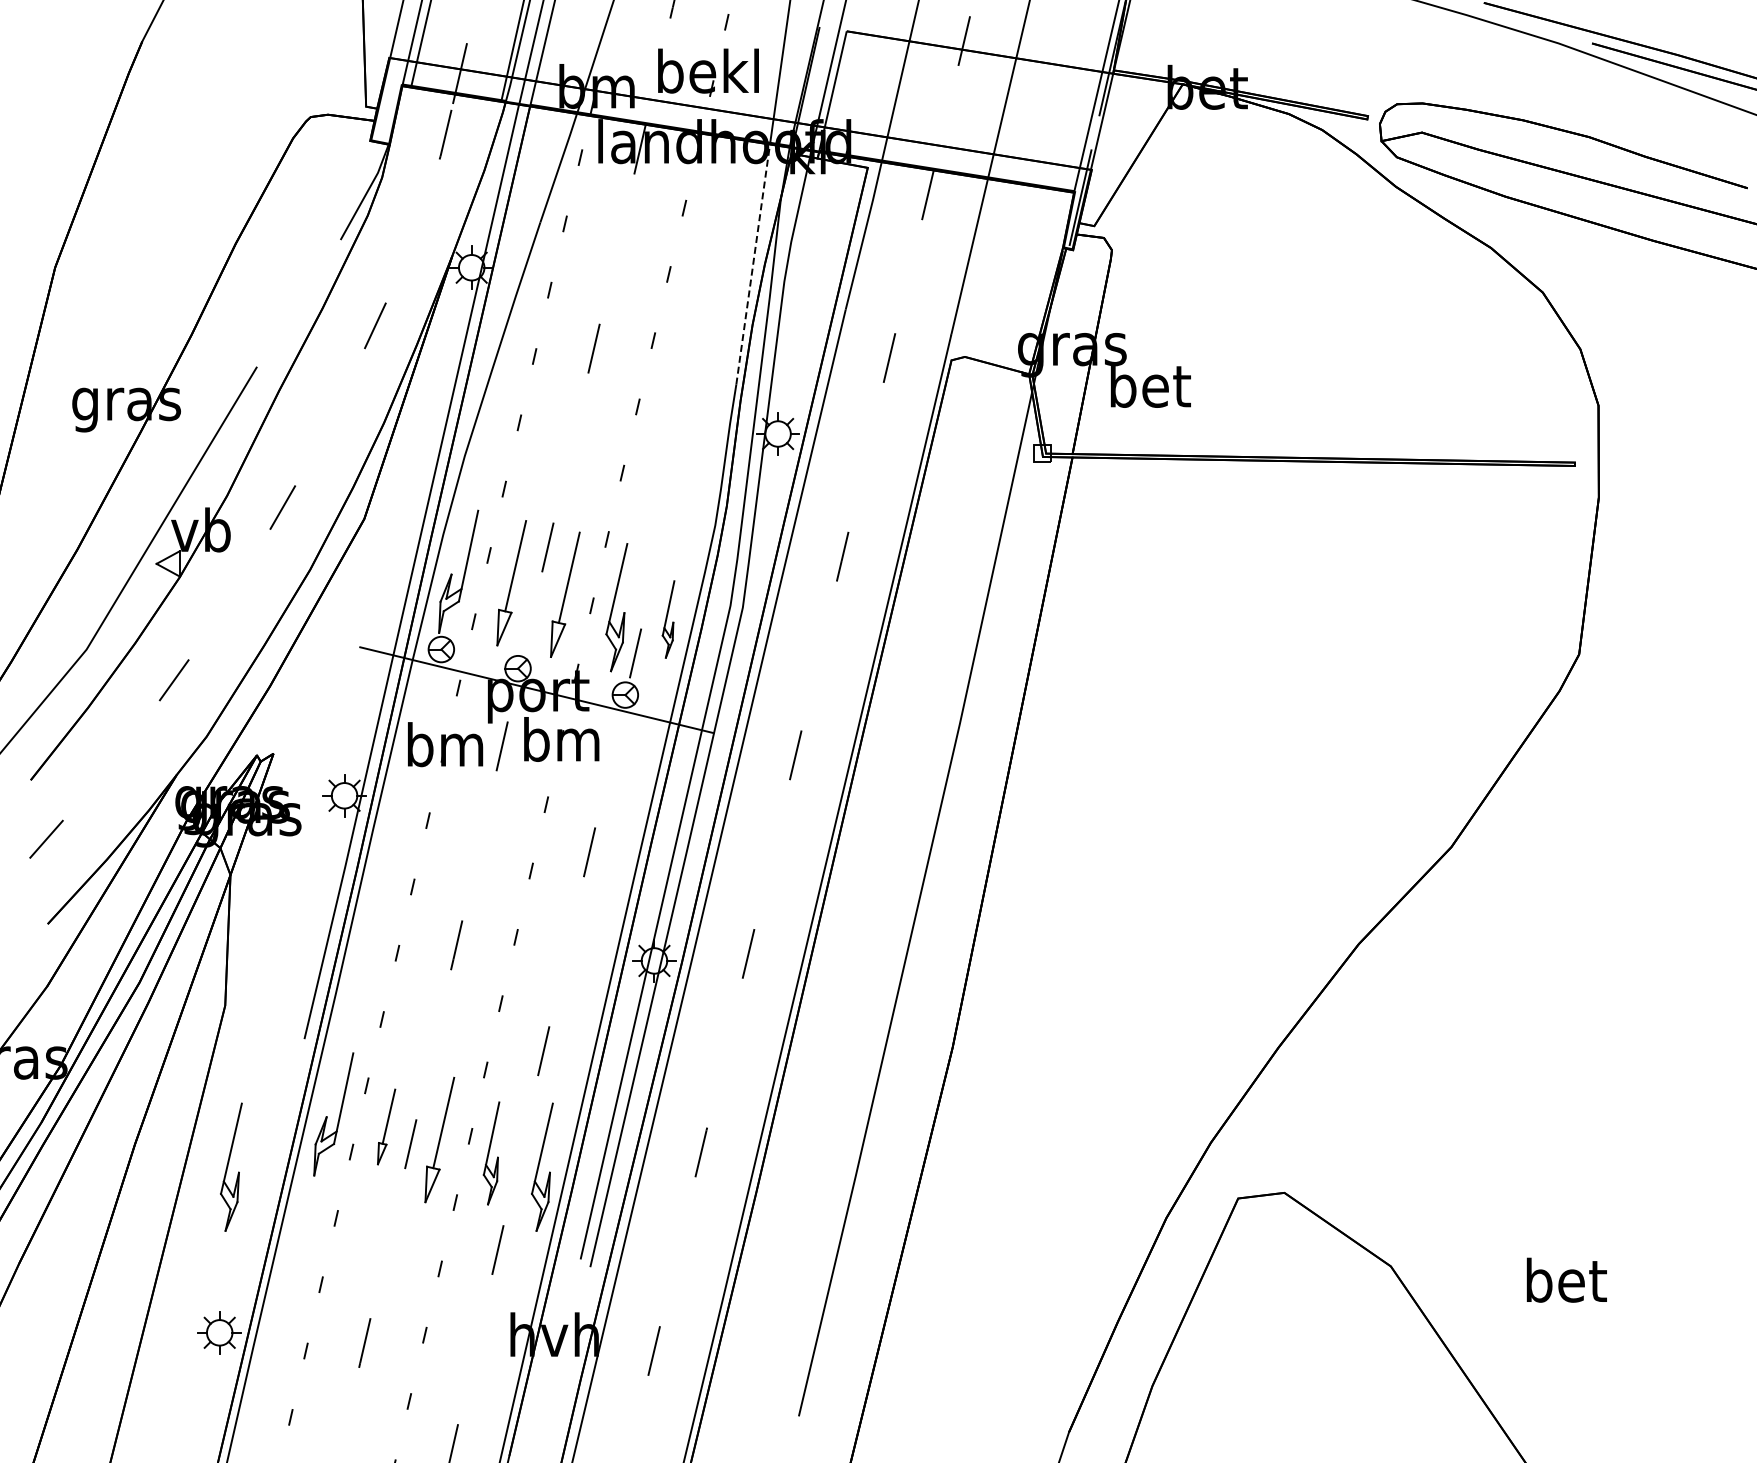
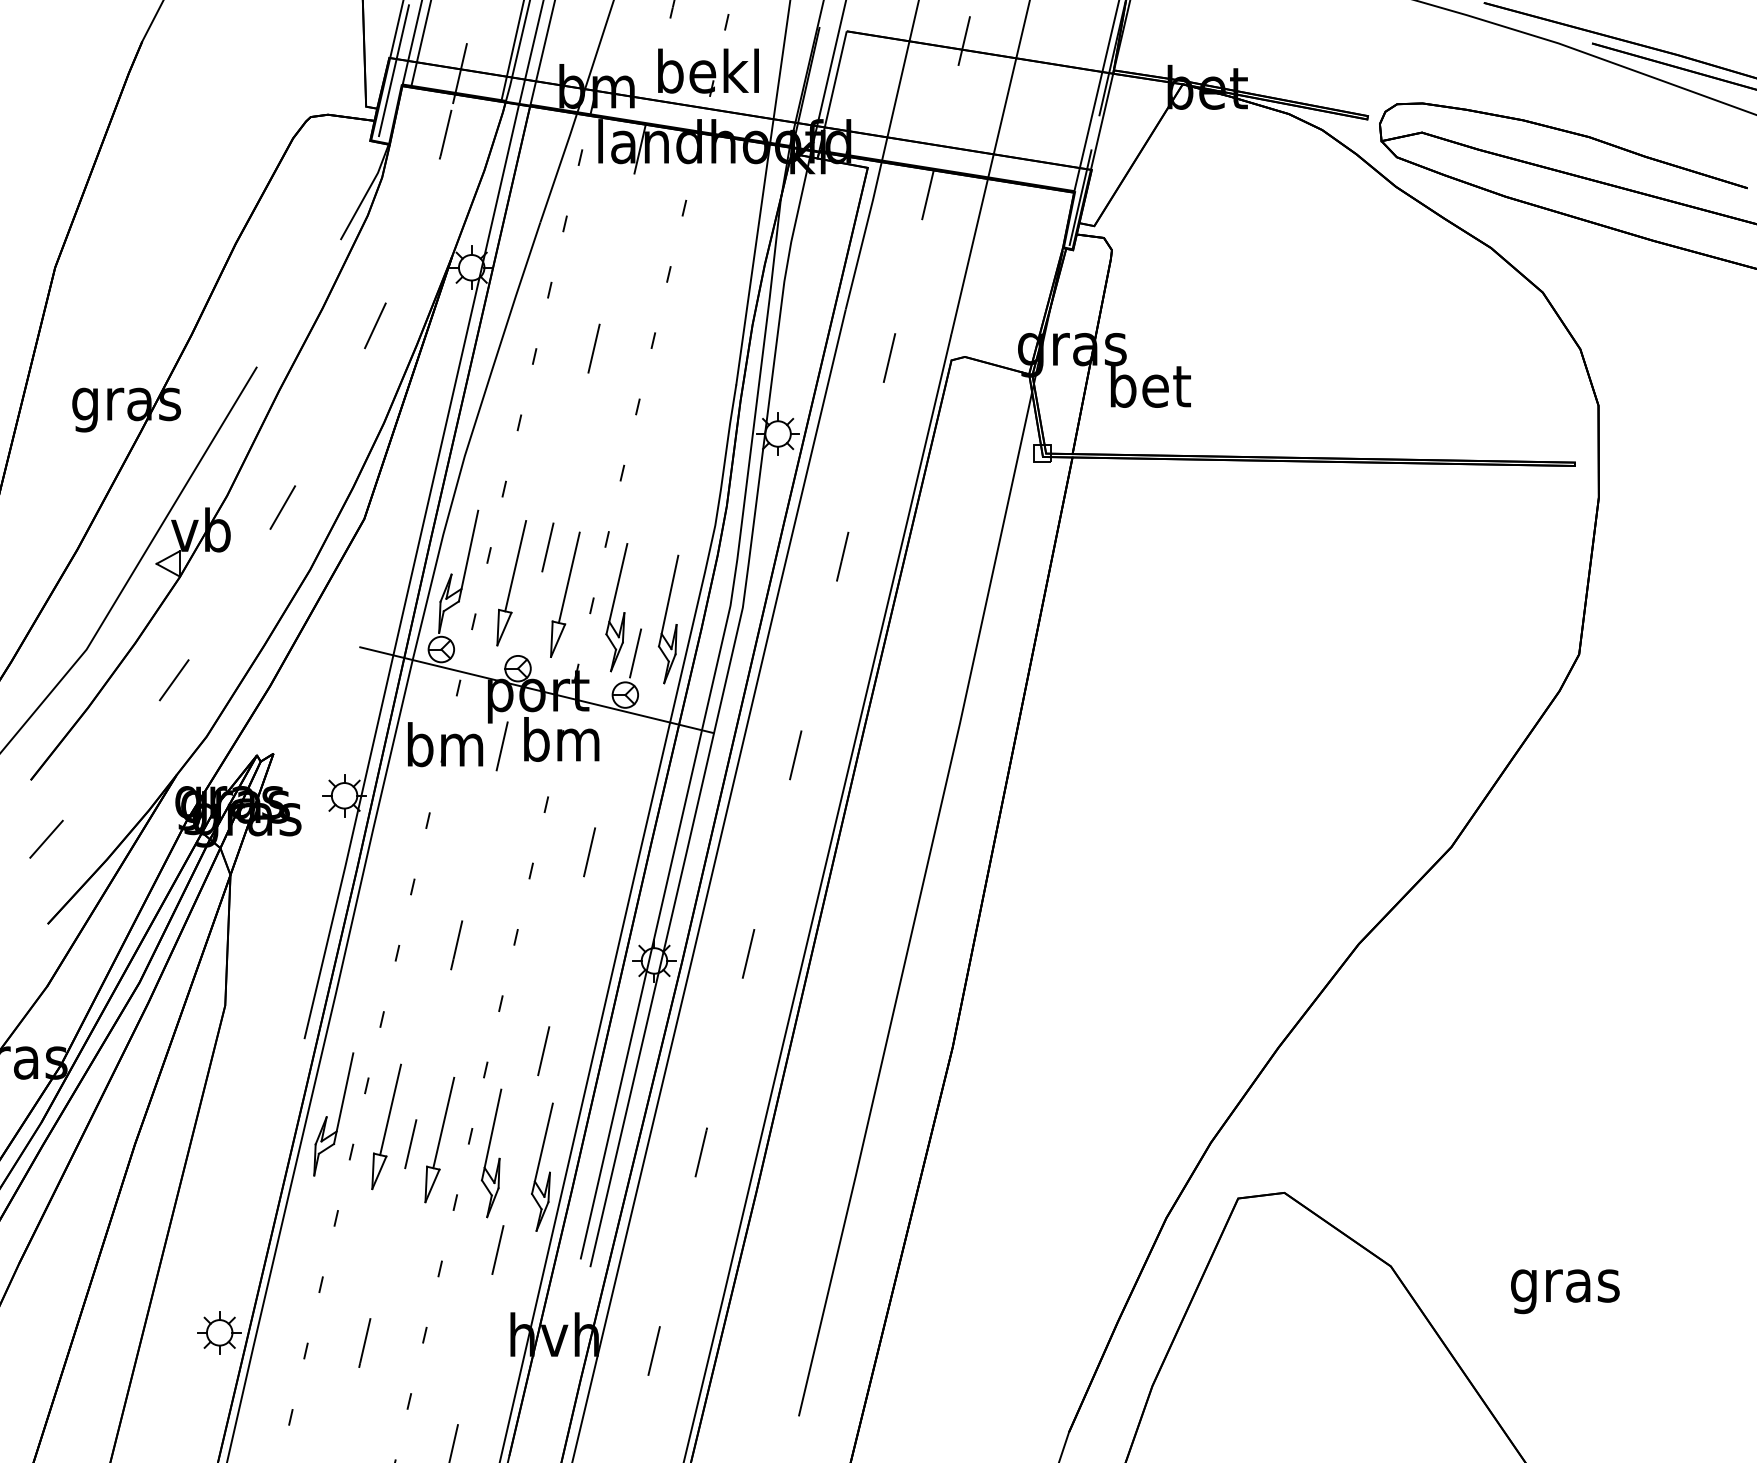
line at (393, 69): none -> present
line at (753, 264): dashed -> solid
part at (668, 619) size: 15x79 px -> 23x131 px
part at (386, 1126) size: 20x78 px -> 31x128 px
part at (491, 1153) size: 19x105 px -> 23x131 px
part at (231, 1166): present -> none
text at (1565, 1285): bet -> gras
